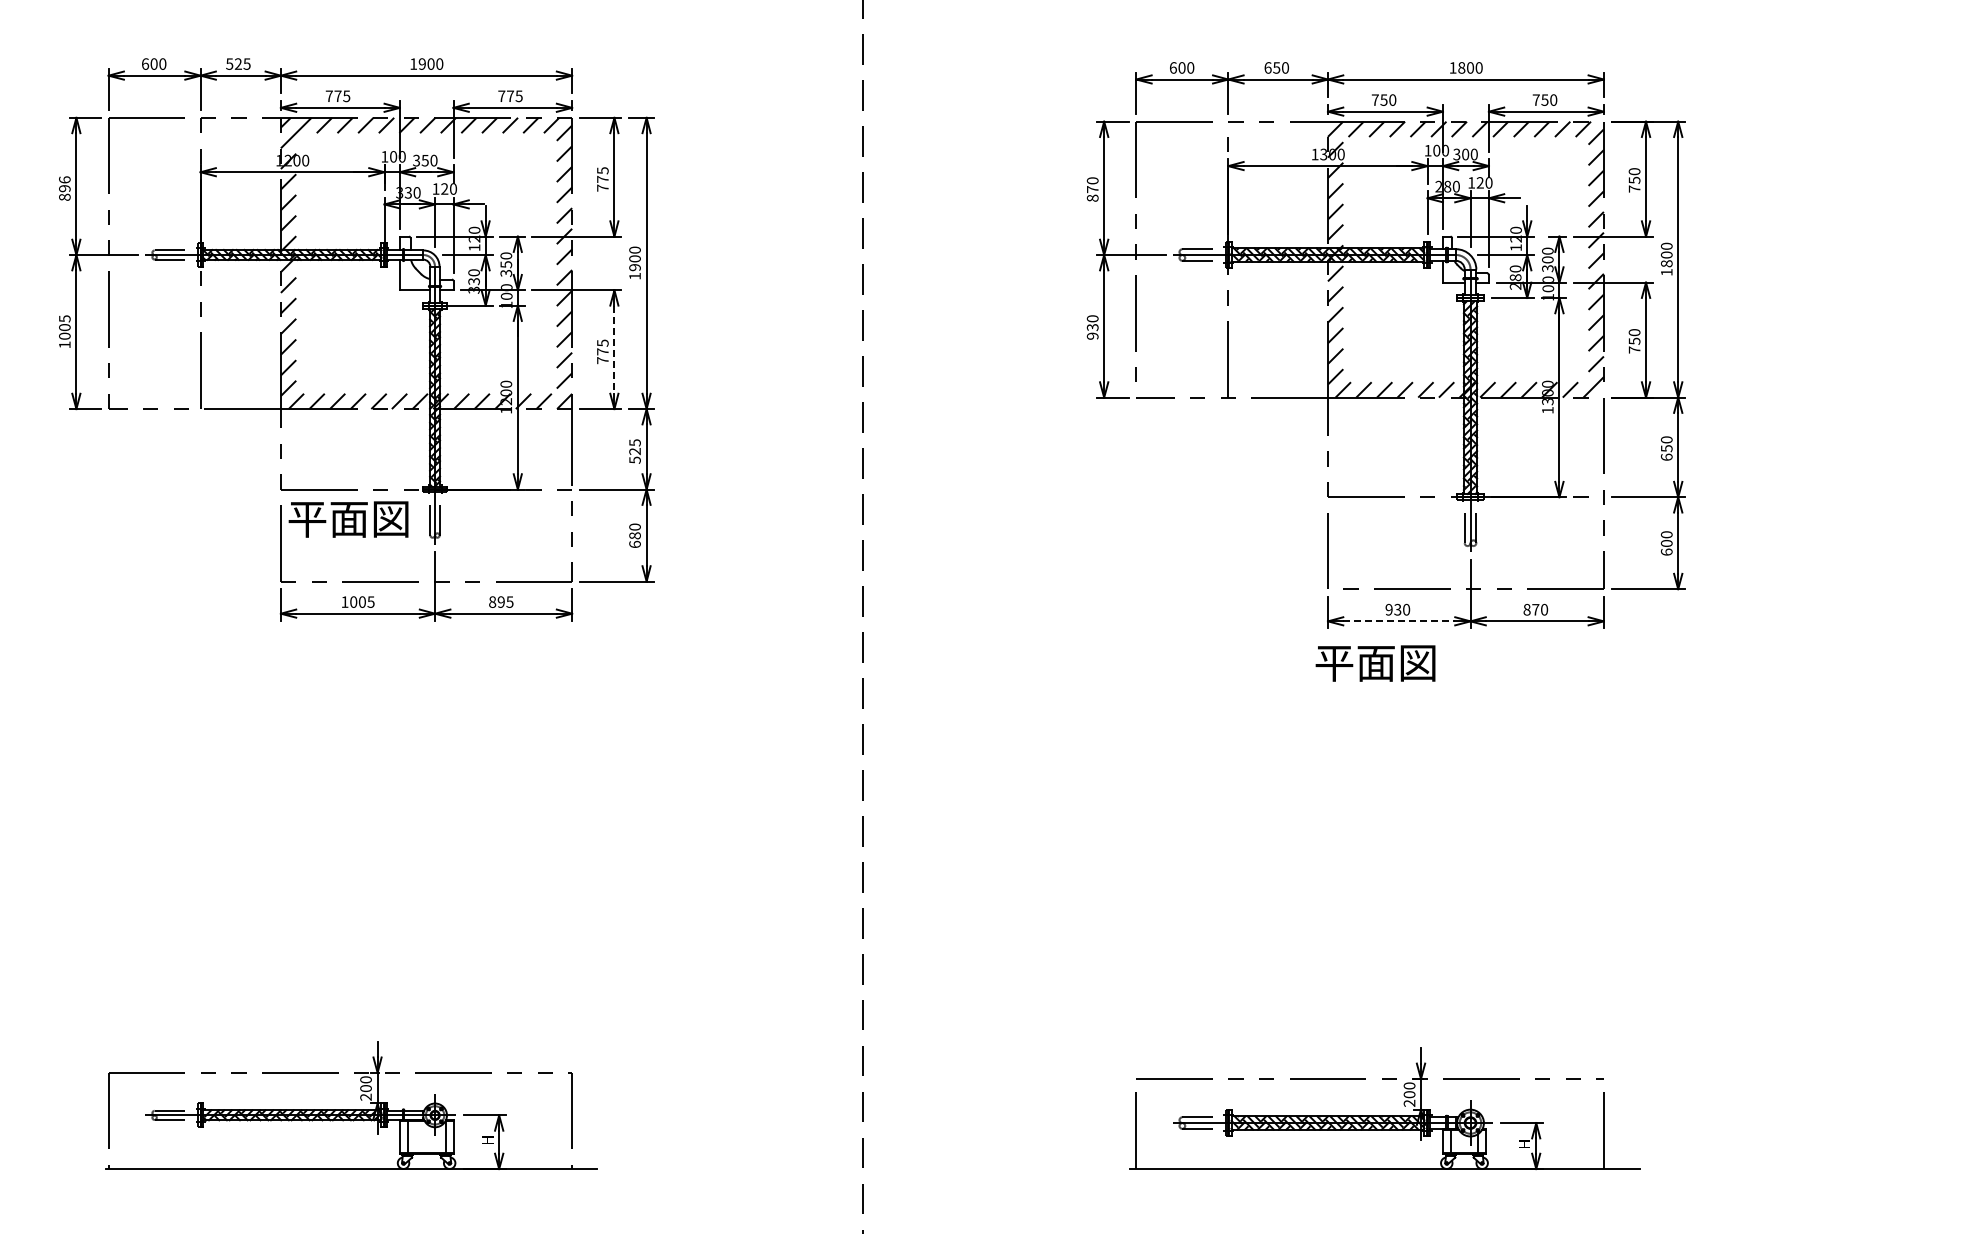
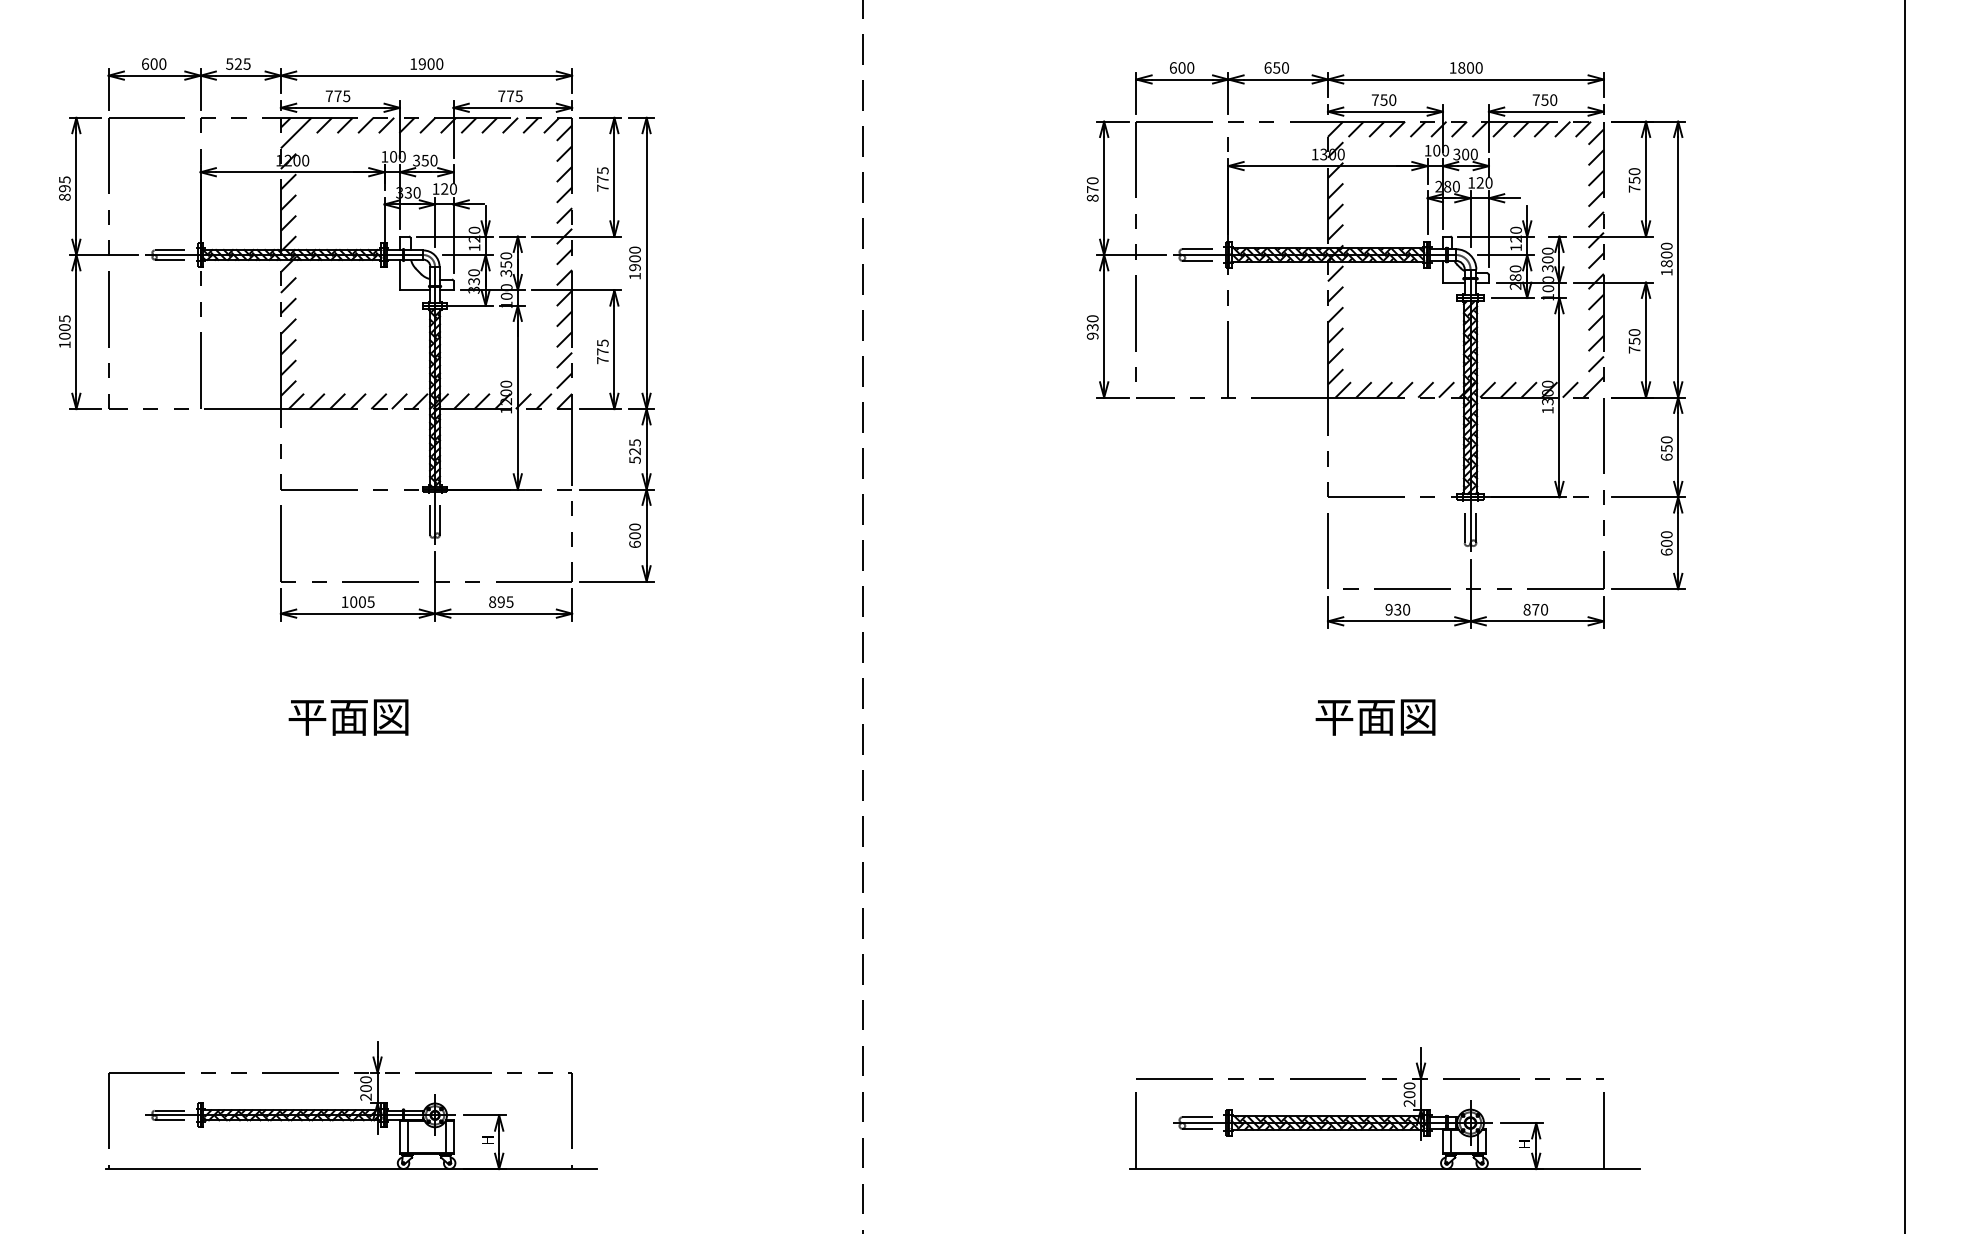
text at (64, 179): 896 -> 895
line at (614, 350): dashed -> solid
text at (348, 519) position: (348, 519) -> (348, 717)
text at (635, 535): 680 -> 600
line at (1905, 616): none -> present
line at (1399, 621): dashed -> solid
text at (1375, 663) position: (1375, 663) -> (1375, 717)
